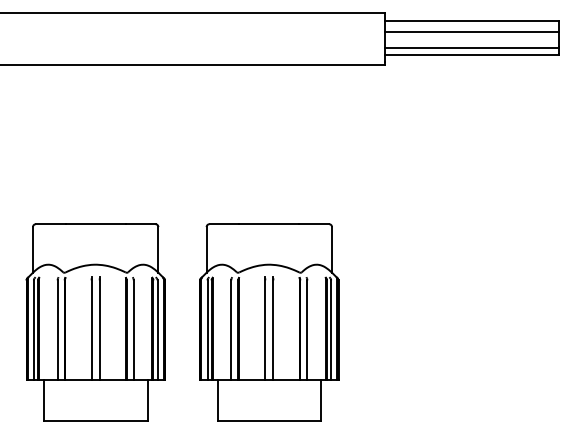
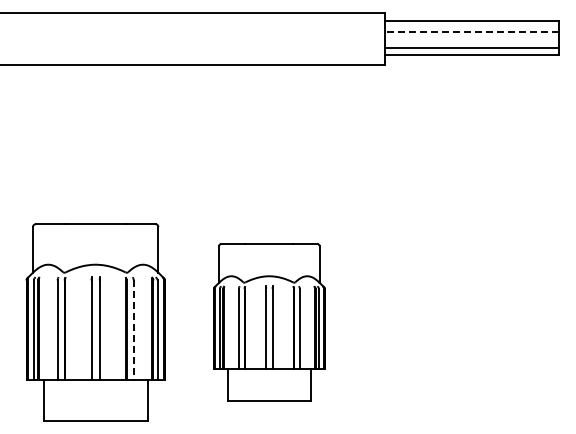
line at (471, 31): solid -> dashed
part at (269, 322) size: 141x199 px -> 113x159 px
line at (133, 330): solid -> dashed
